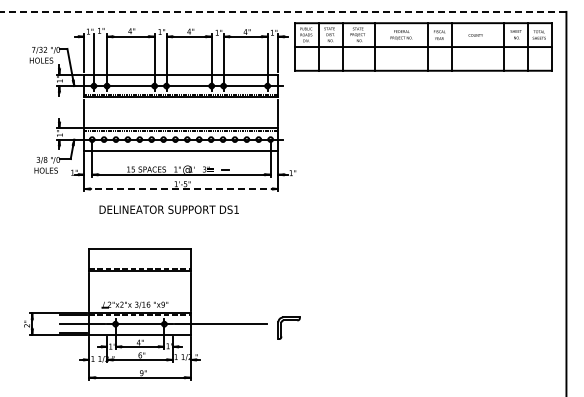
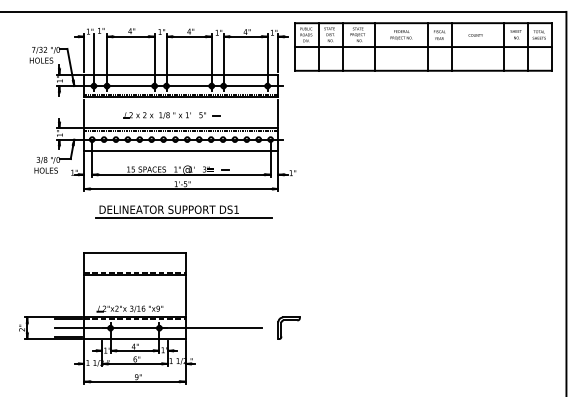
line at (283, 11): dashed -> solid
part at (171, 115): none -> present
line at (181, 189): dashed -> solid
line at (183, 217): none -> present
part at (145, 314) position: (145, 314) -> (140, 318)
